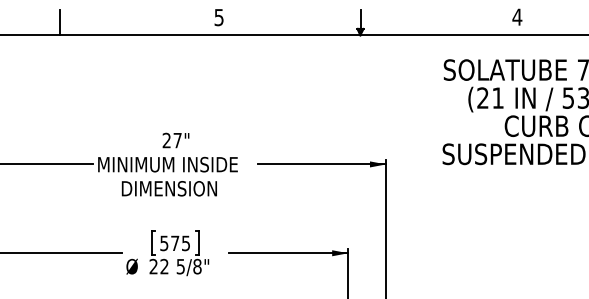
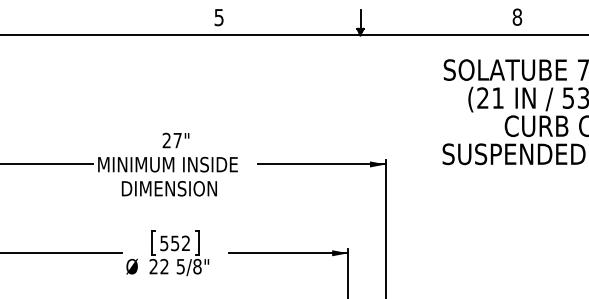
text at (517, 16): 4 -> 8
line at (60, 22): present -> none
text at (180, 243): 575 -> 552
